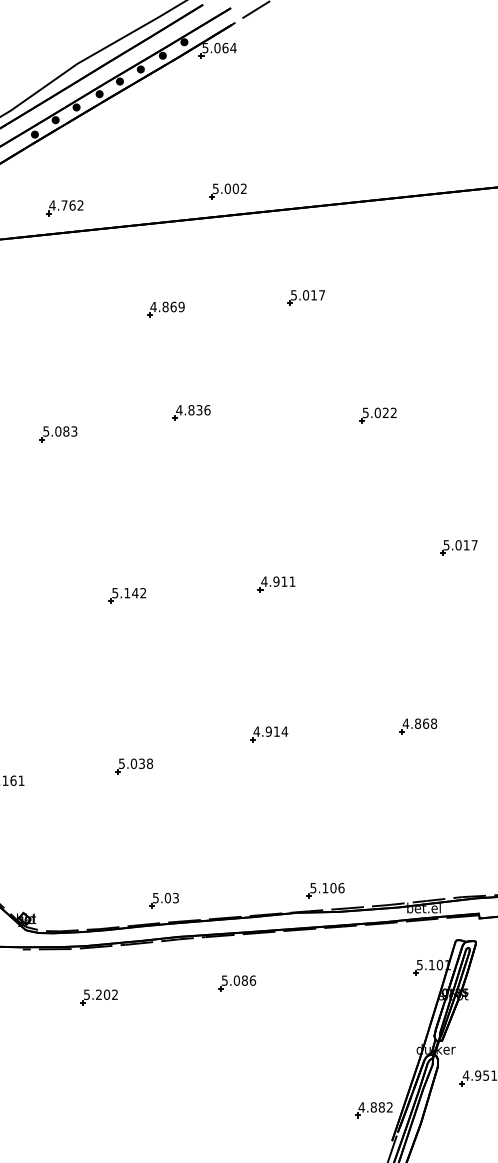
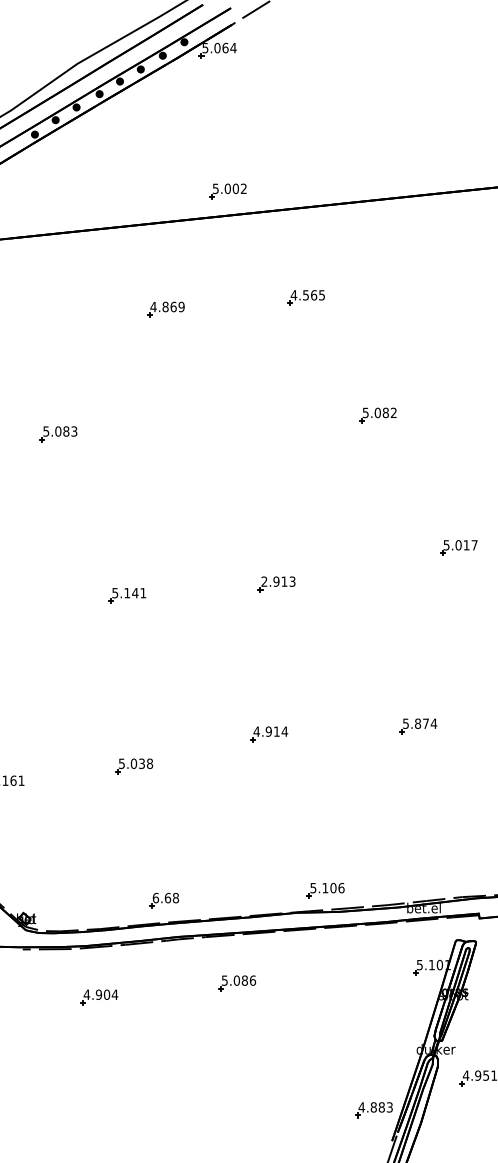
part at (64, 208): present -> none
text at (307, 295): 5.017 -> 4.565
part at (191, 412): present -> none
text at (385, 412): 5.022 -> 5.082
text at (278, 581): 4.911 -> 2.913
text at (142, 593): 5.142 -> 5.141
text at (419, 723): 4.868 -> 5.874
text at (165, 897): 5.03 -> 6.68
text at (100, 994): 5.202 -> 4.904
text at (389, 1107): 4.882 -> 4.883
